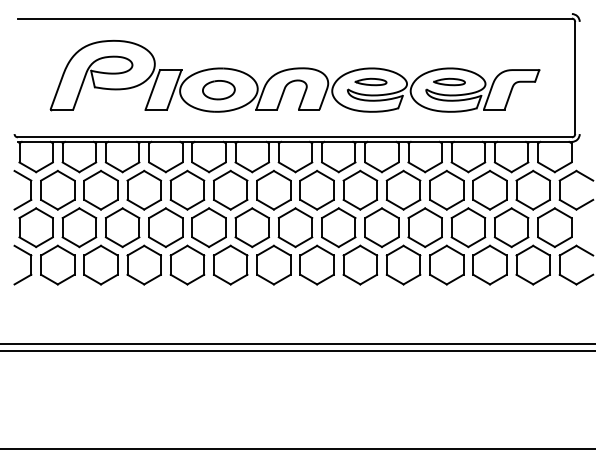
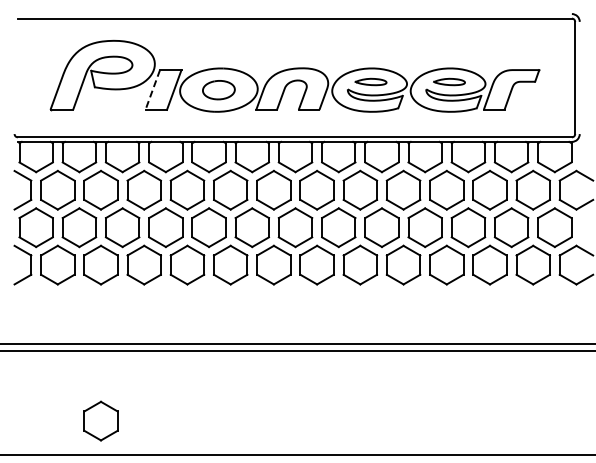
line at (152, 90): solid -> dashed
part at (100, 420): none -> present
line at (297, 448) position: (297, 448) -> (297, 454)
